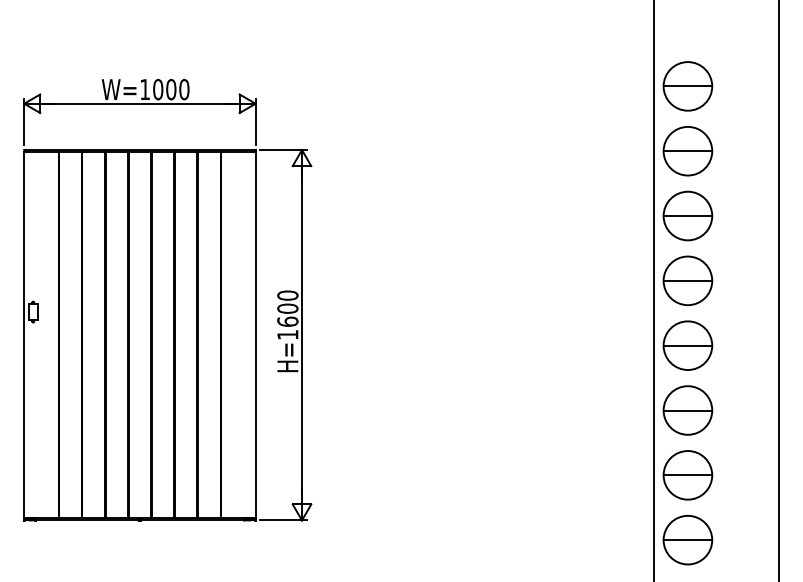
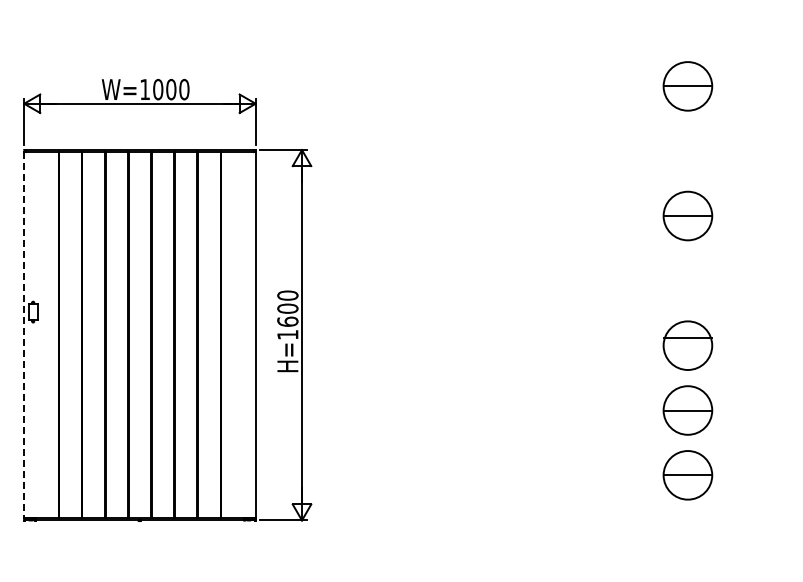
part at (687, 151): present -> none
part at (687, 280): present -> none
line at (653, 290): present -> none
line at (778, 290): present -> none
line at (24, 335): solid -> dashed
line at (687, 345) position: (687, 345) -> (687, 337)
part at (687, 540): present -> none
